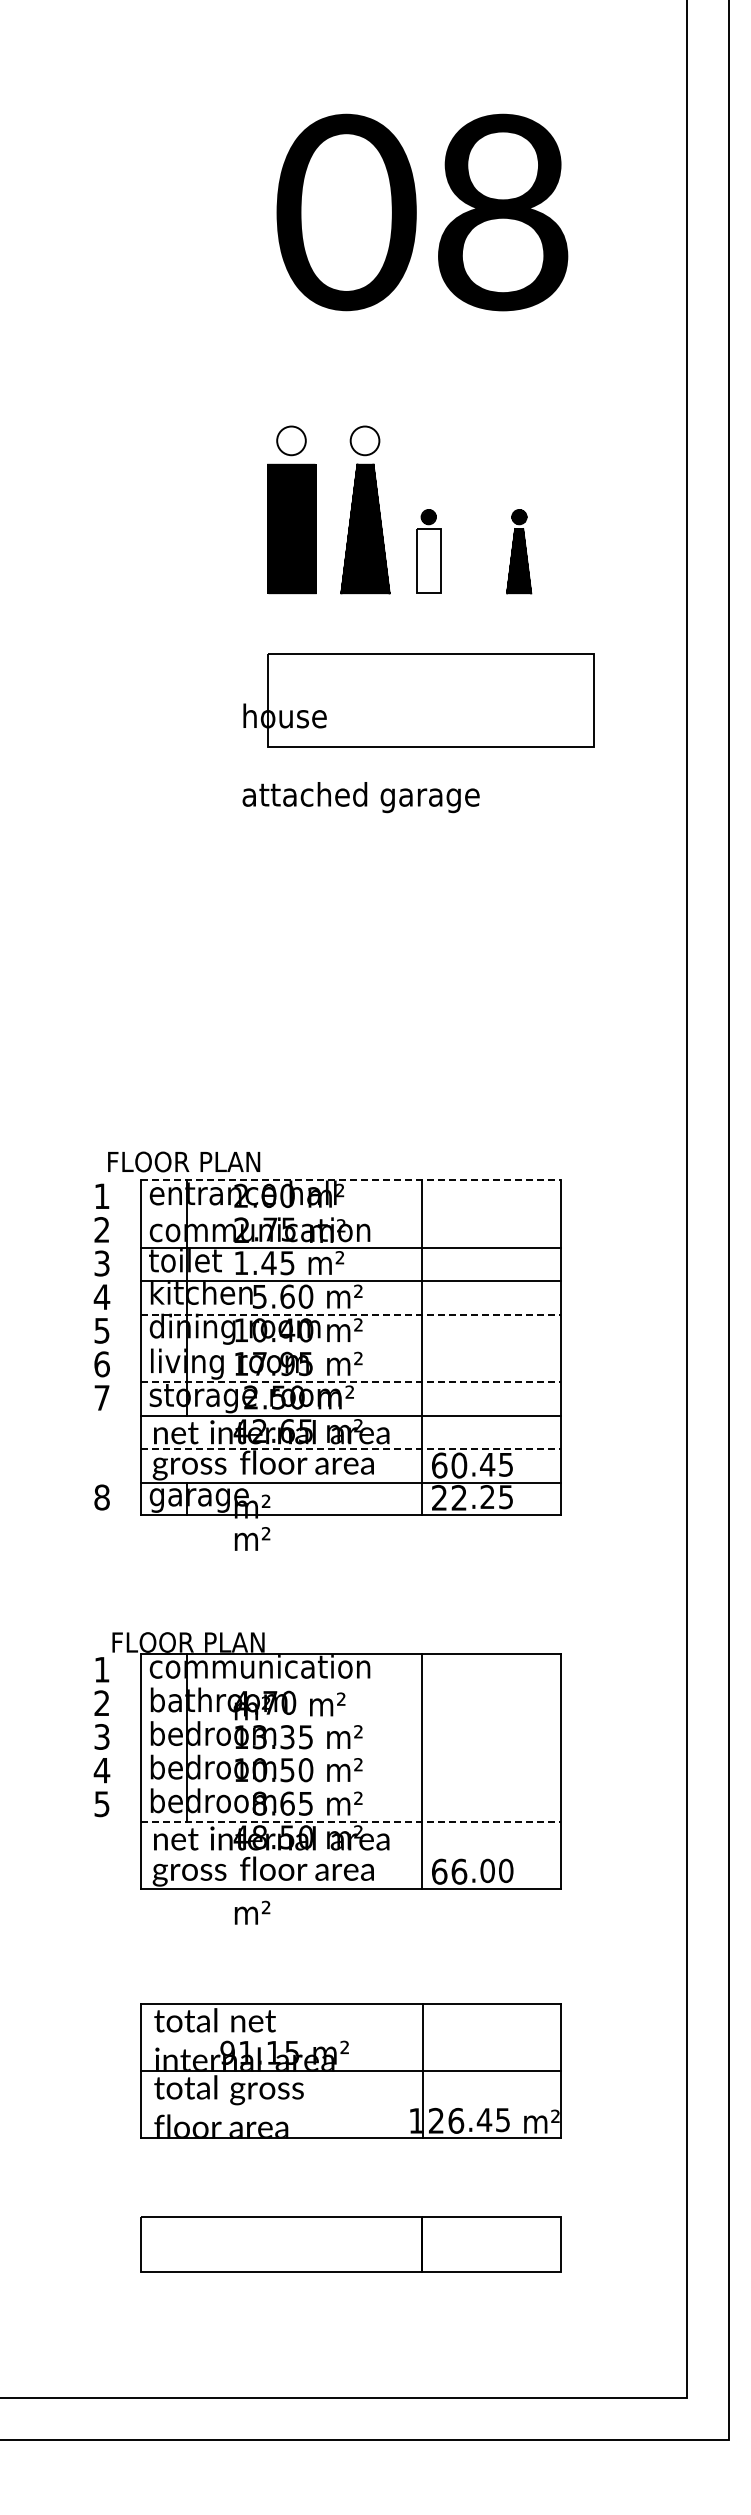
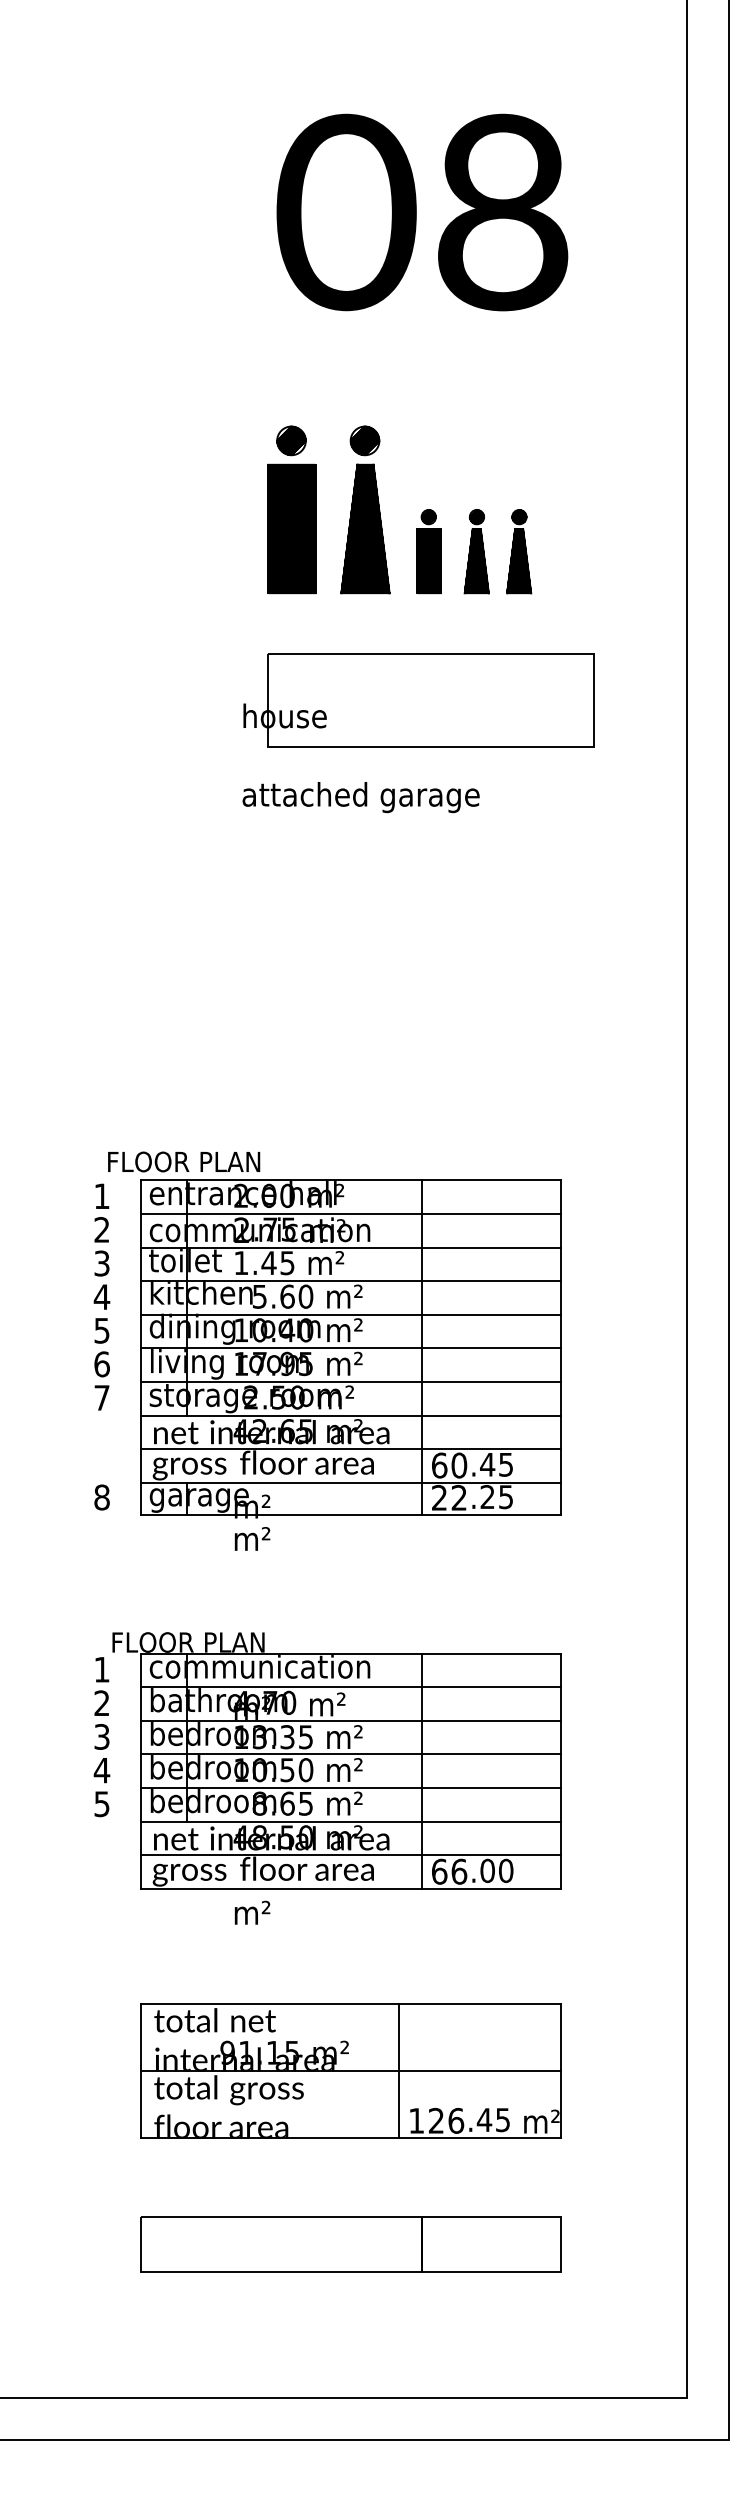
hatch at (291, 440): none -> present
hatch at (364, 440): none -> present
part at (476, 551): none -> present
hatch at (428, 560): none -> present
line at (351, 1180): dashed -> solid
line at (350, 1213): none -> present
line at (351, 1314): dashed -> solid
line at (350, 1348): none -> present
line at (351, 1381): dashed -> solid
line at (351, 1449): dashed -> solid
line at (350, 1687): none -> present
line at (350, 1720): none -> present
line at (350, 1754): none -> present
line at (350, 1788): none -> present
line at (351, 1821): dashed -> solid
line at (350, 1855): none -> present
line at (423, 2070) position: (423, 2070) -> (399, 2070)
